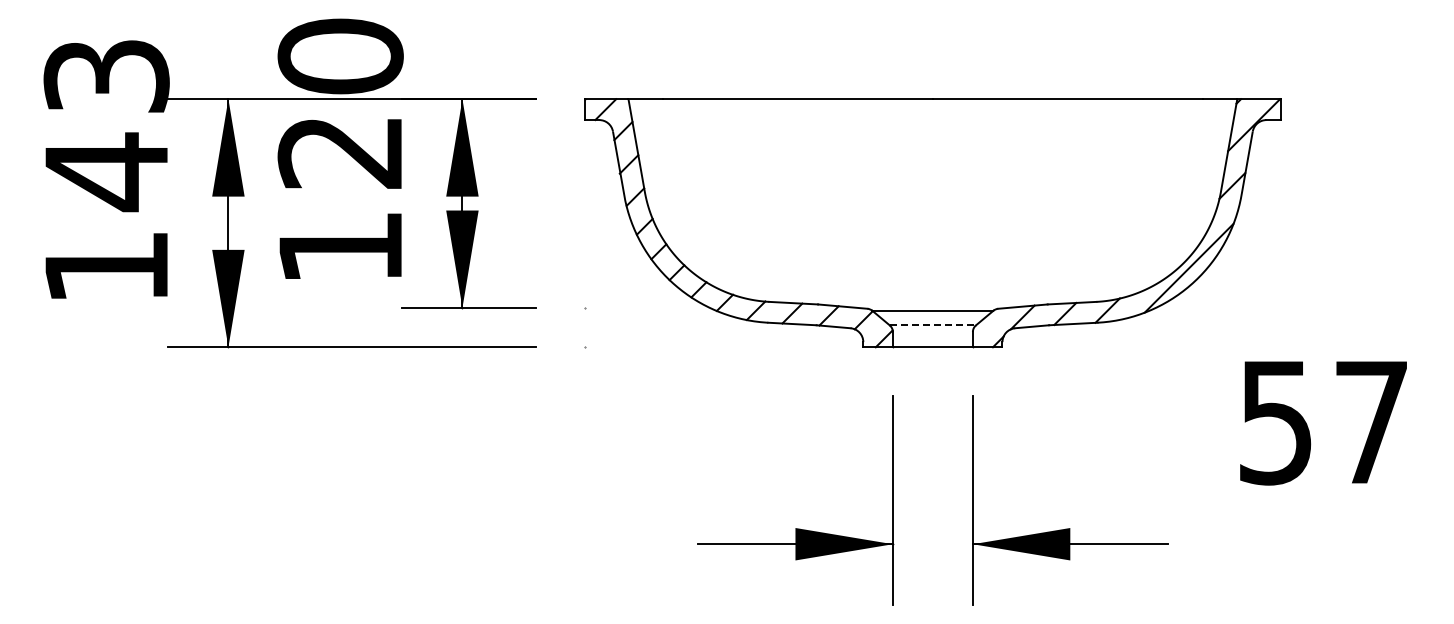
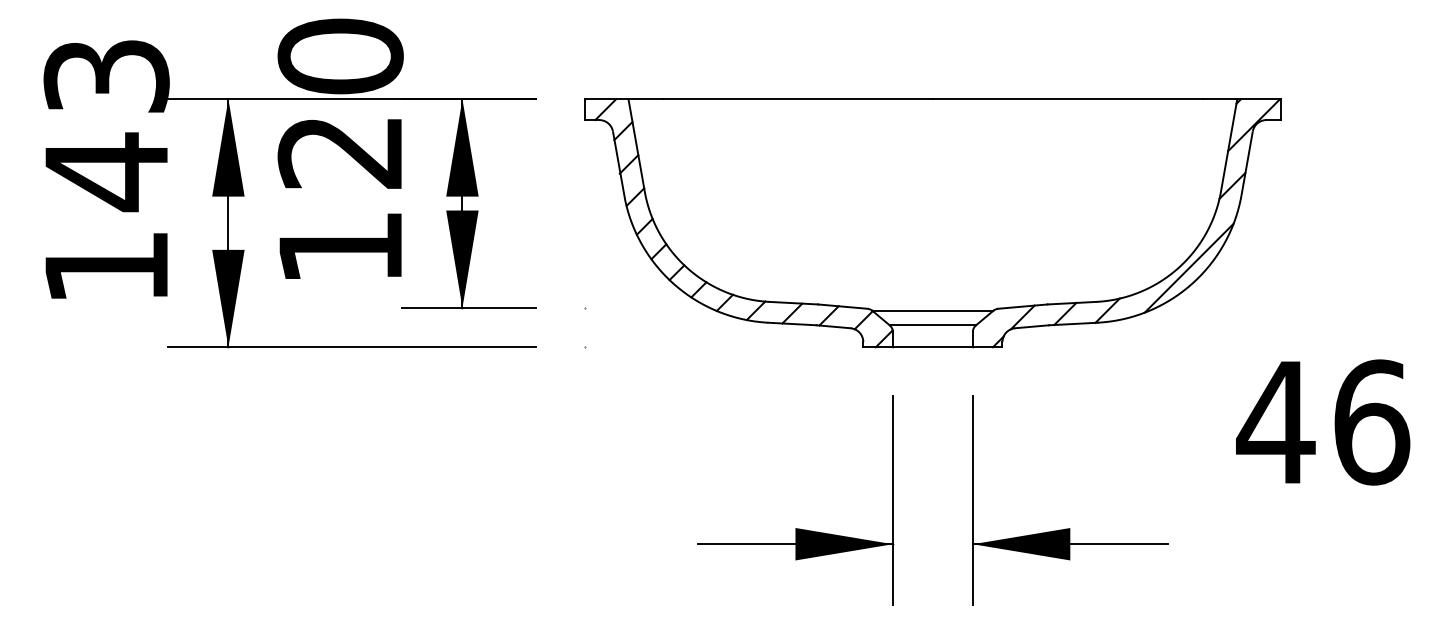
line at (933, 325): dashed -> solid
text at (1323, 422): 57 -> 46
